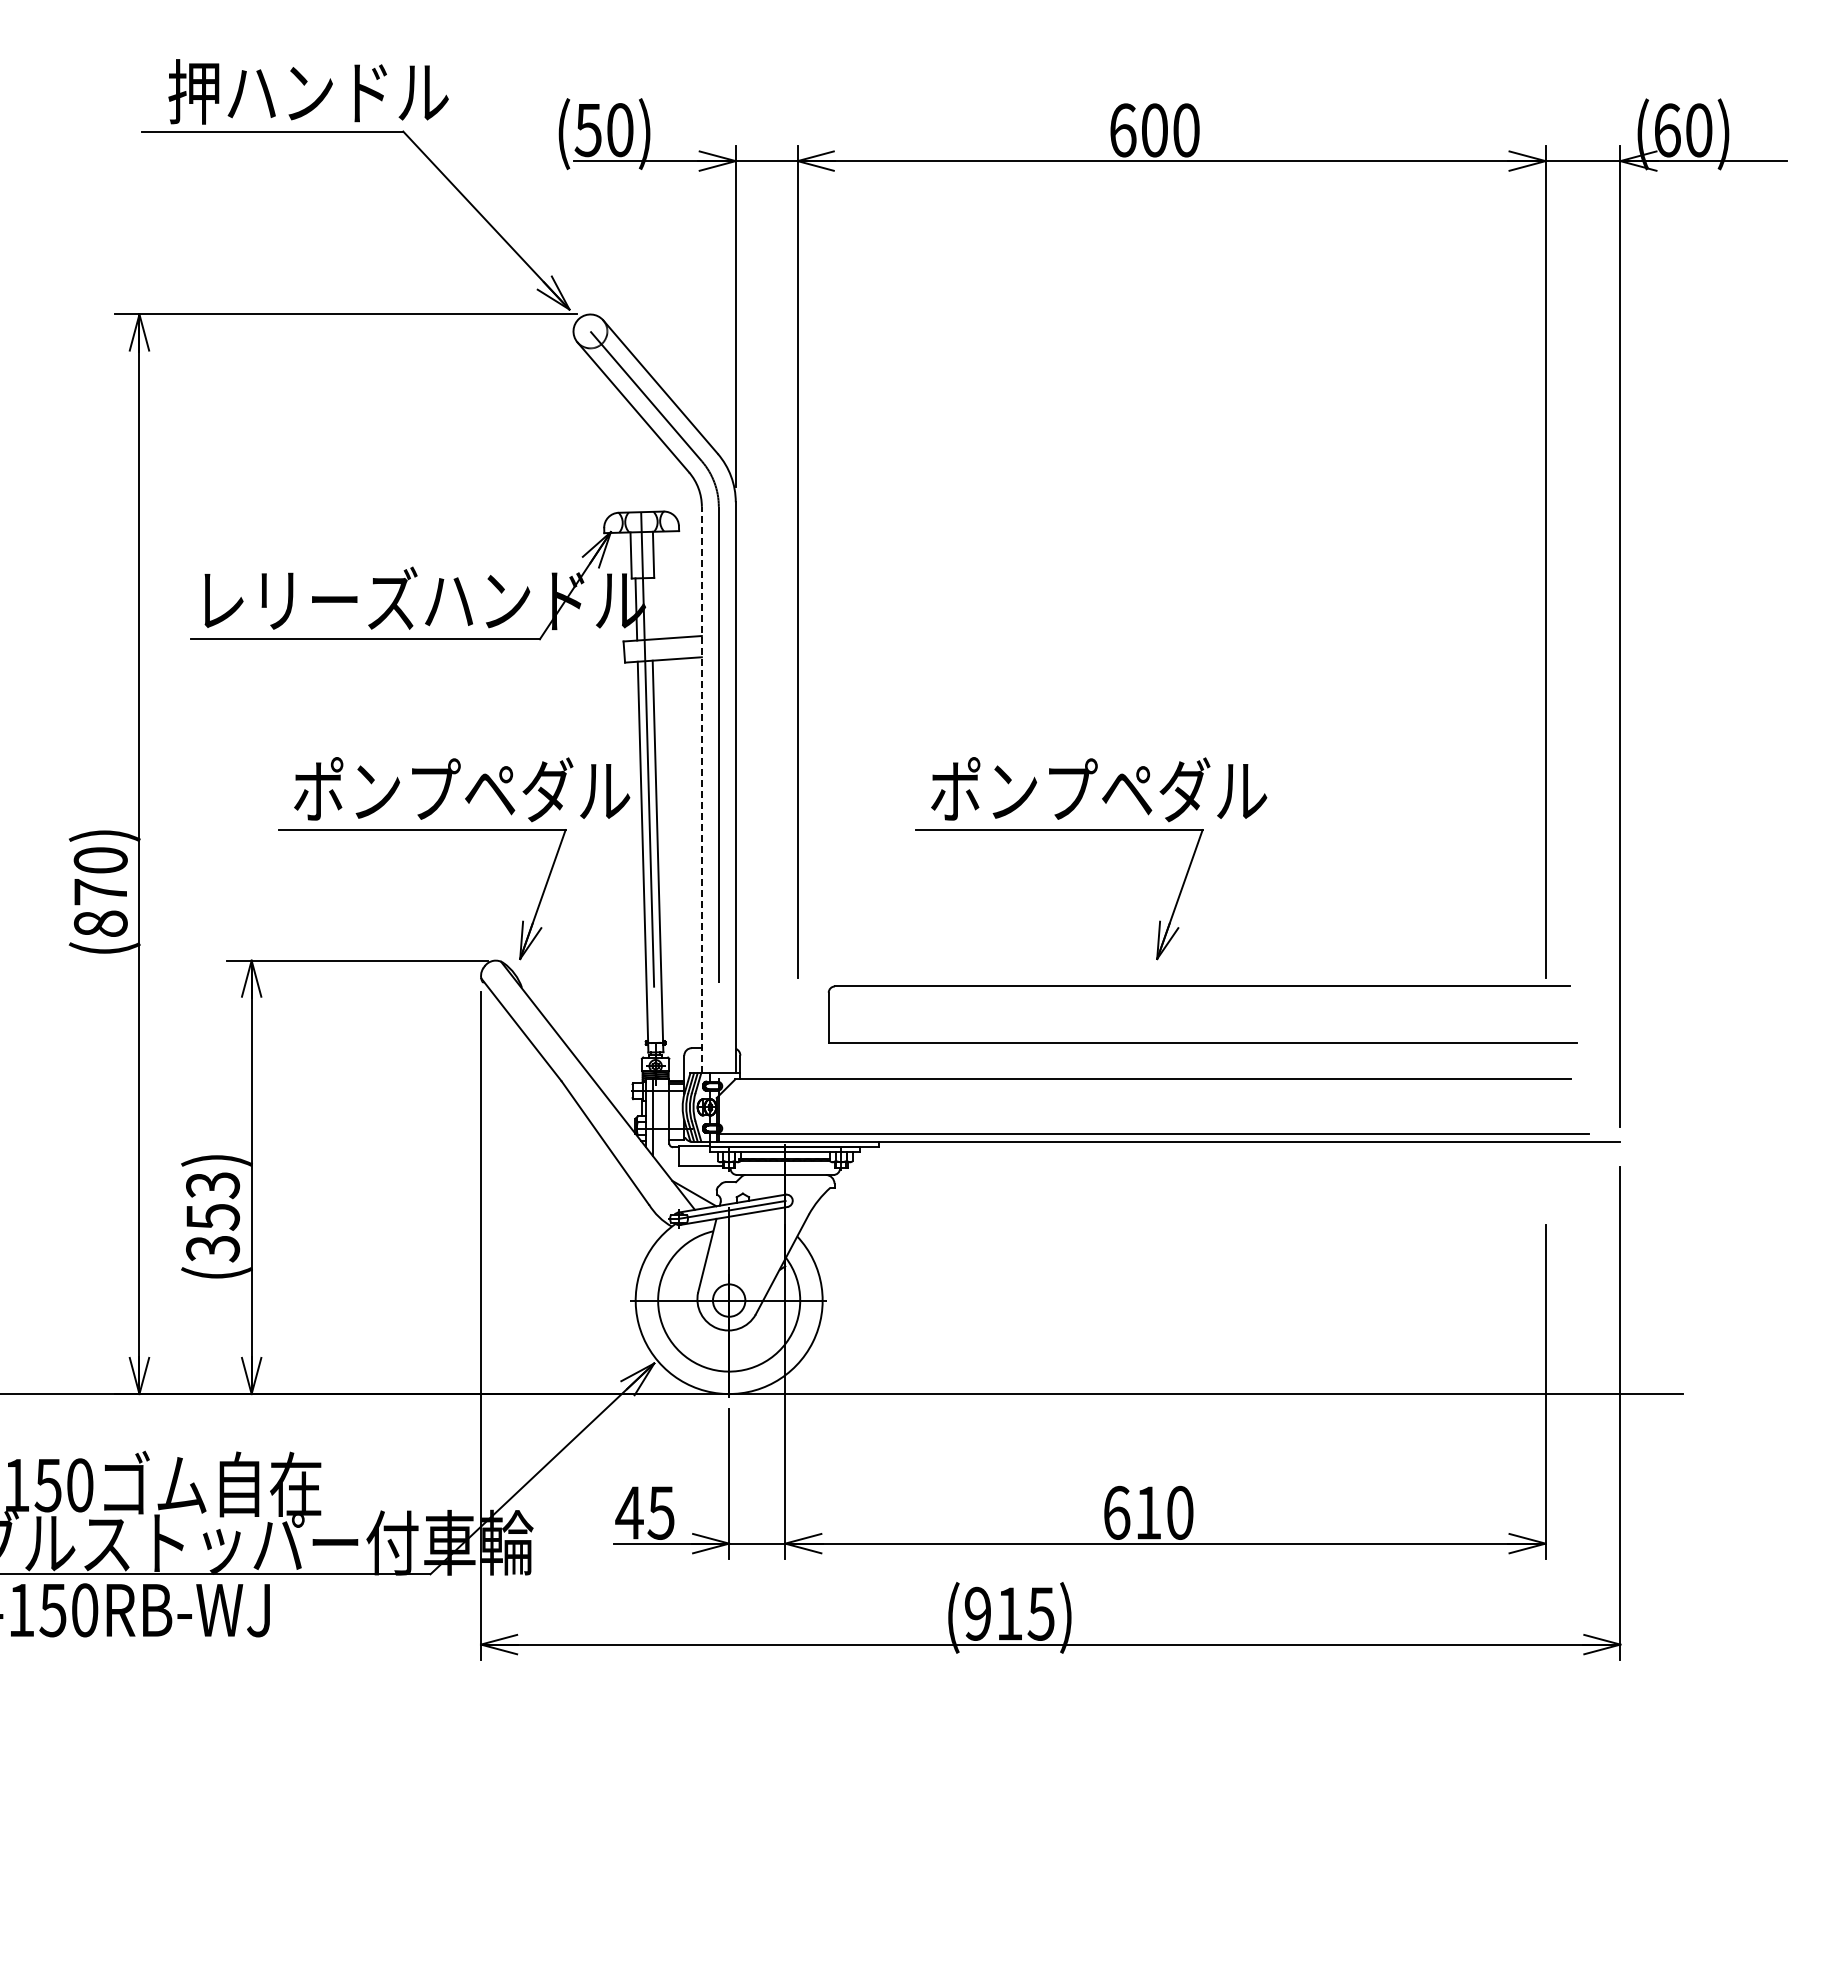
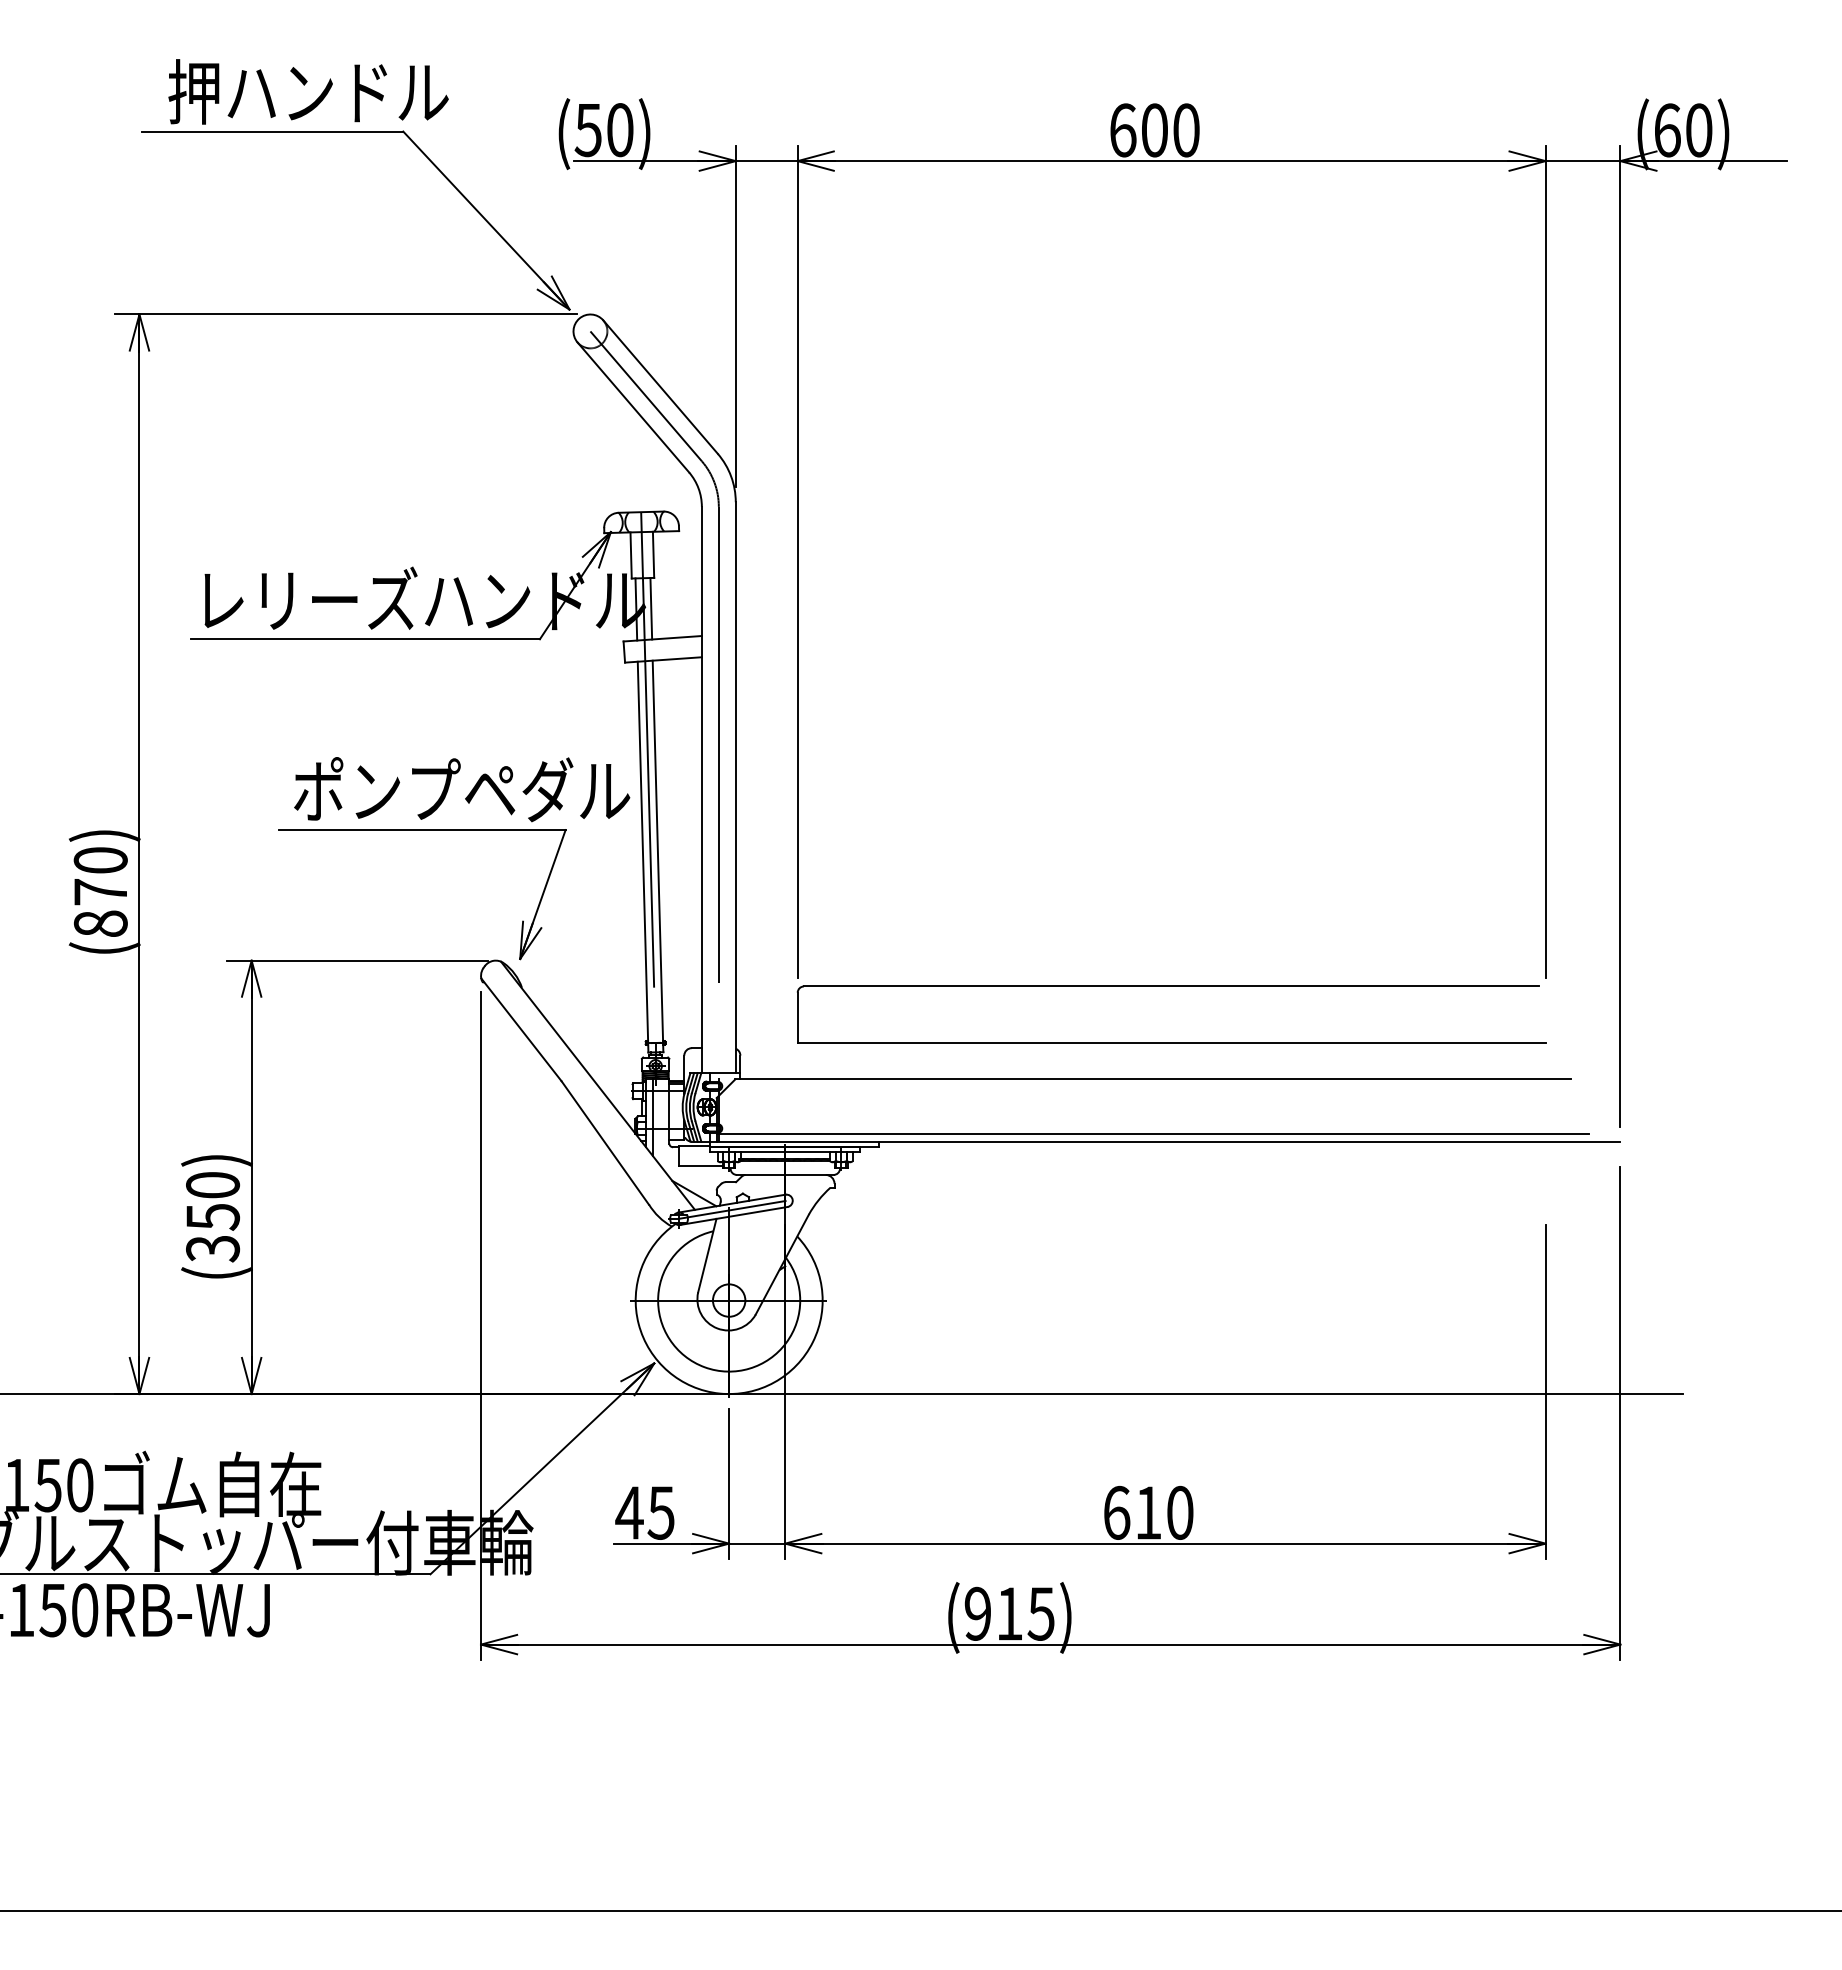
line at (651, 608): none -> present
line at (701, 789): dashed -> solid
part at (1091, 830): present -> none
part at (1202, 986) position: (1202, 986) -> (1171, 986)
text at (212, 1185): (353) -> (350)
line at (920, 1910): none -> present
